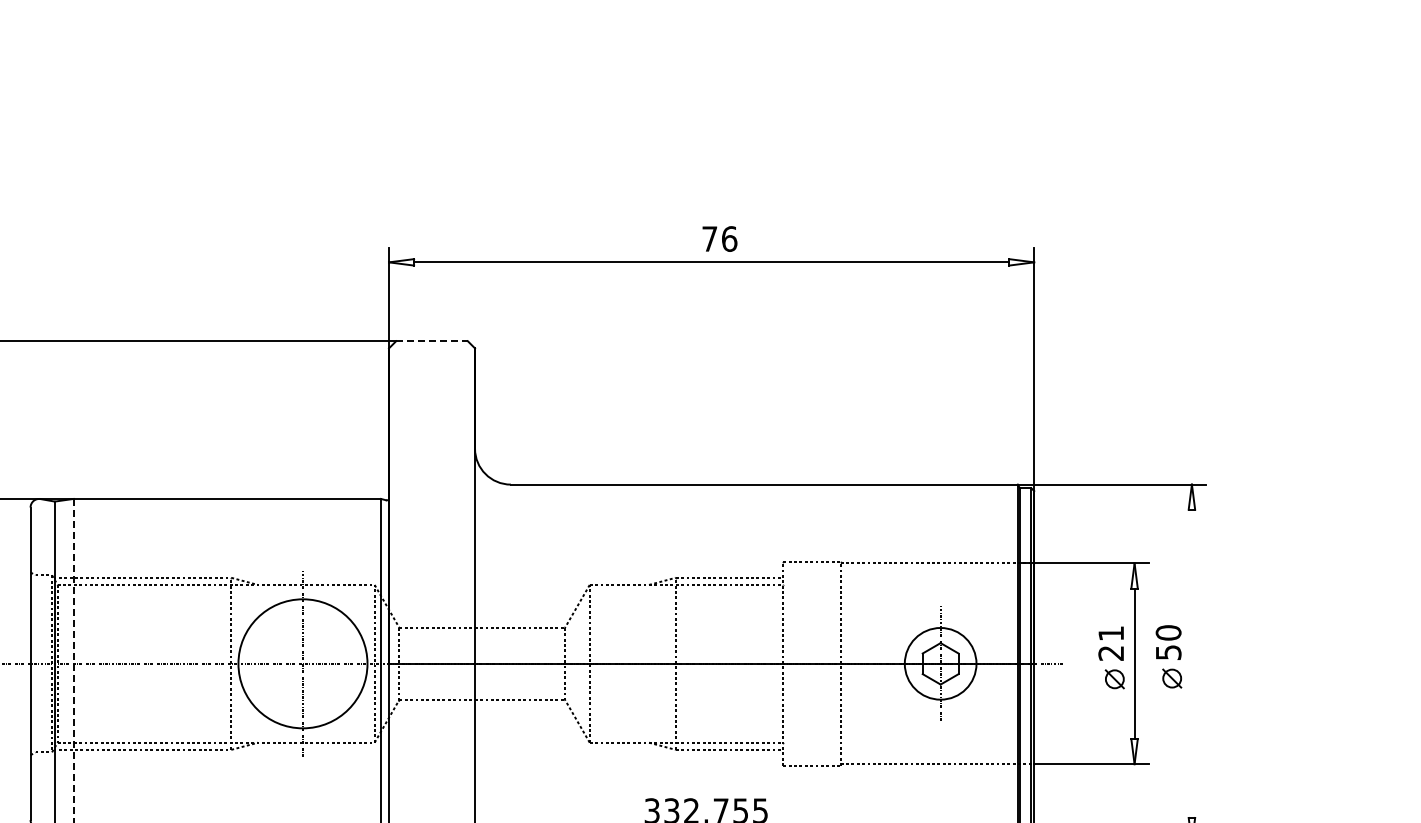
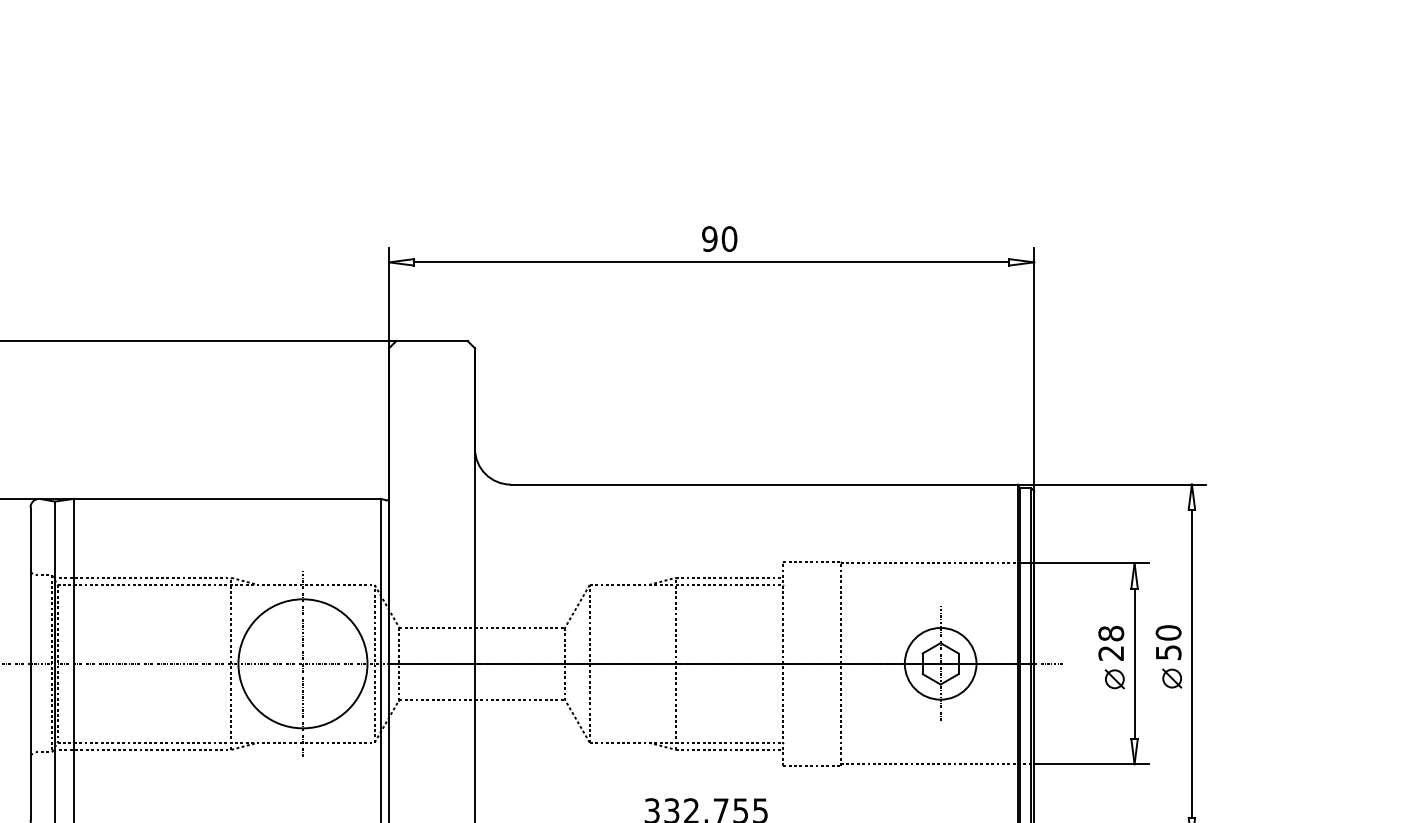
text at (719, 238): 76 -> 90
line at (432, 341): dashed -> solid
text at (1111, 633): 21 -> 28
line at (73, 660): dashed -> solid
line at (1191, 663): none -> present
